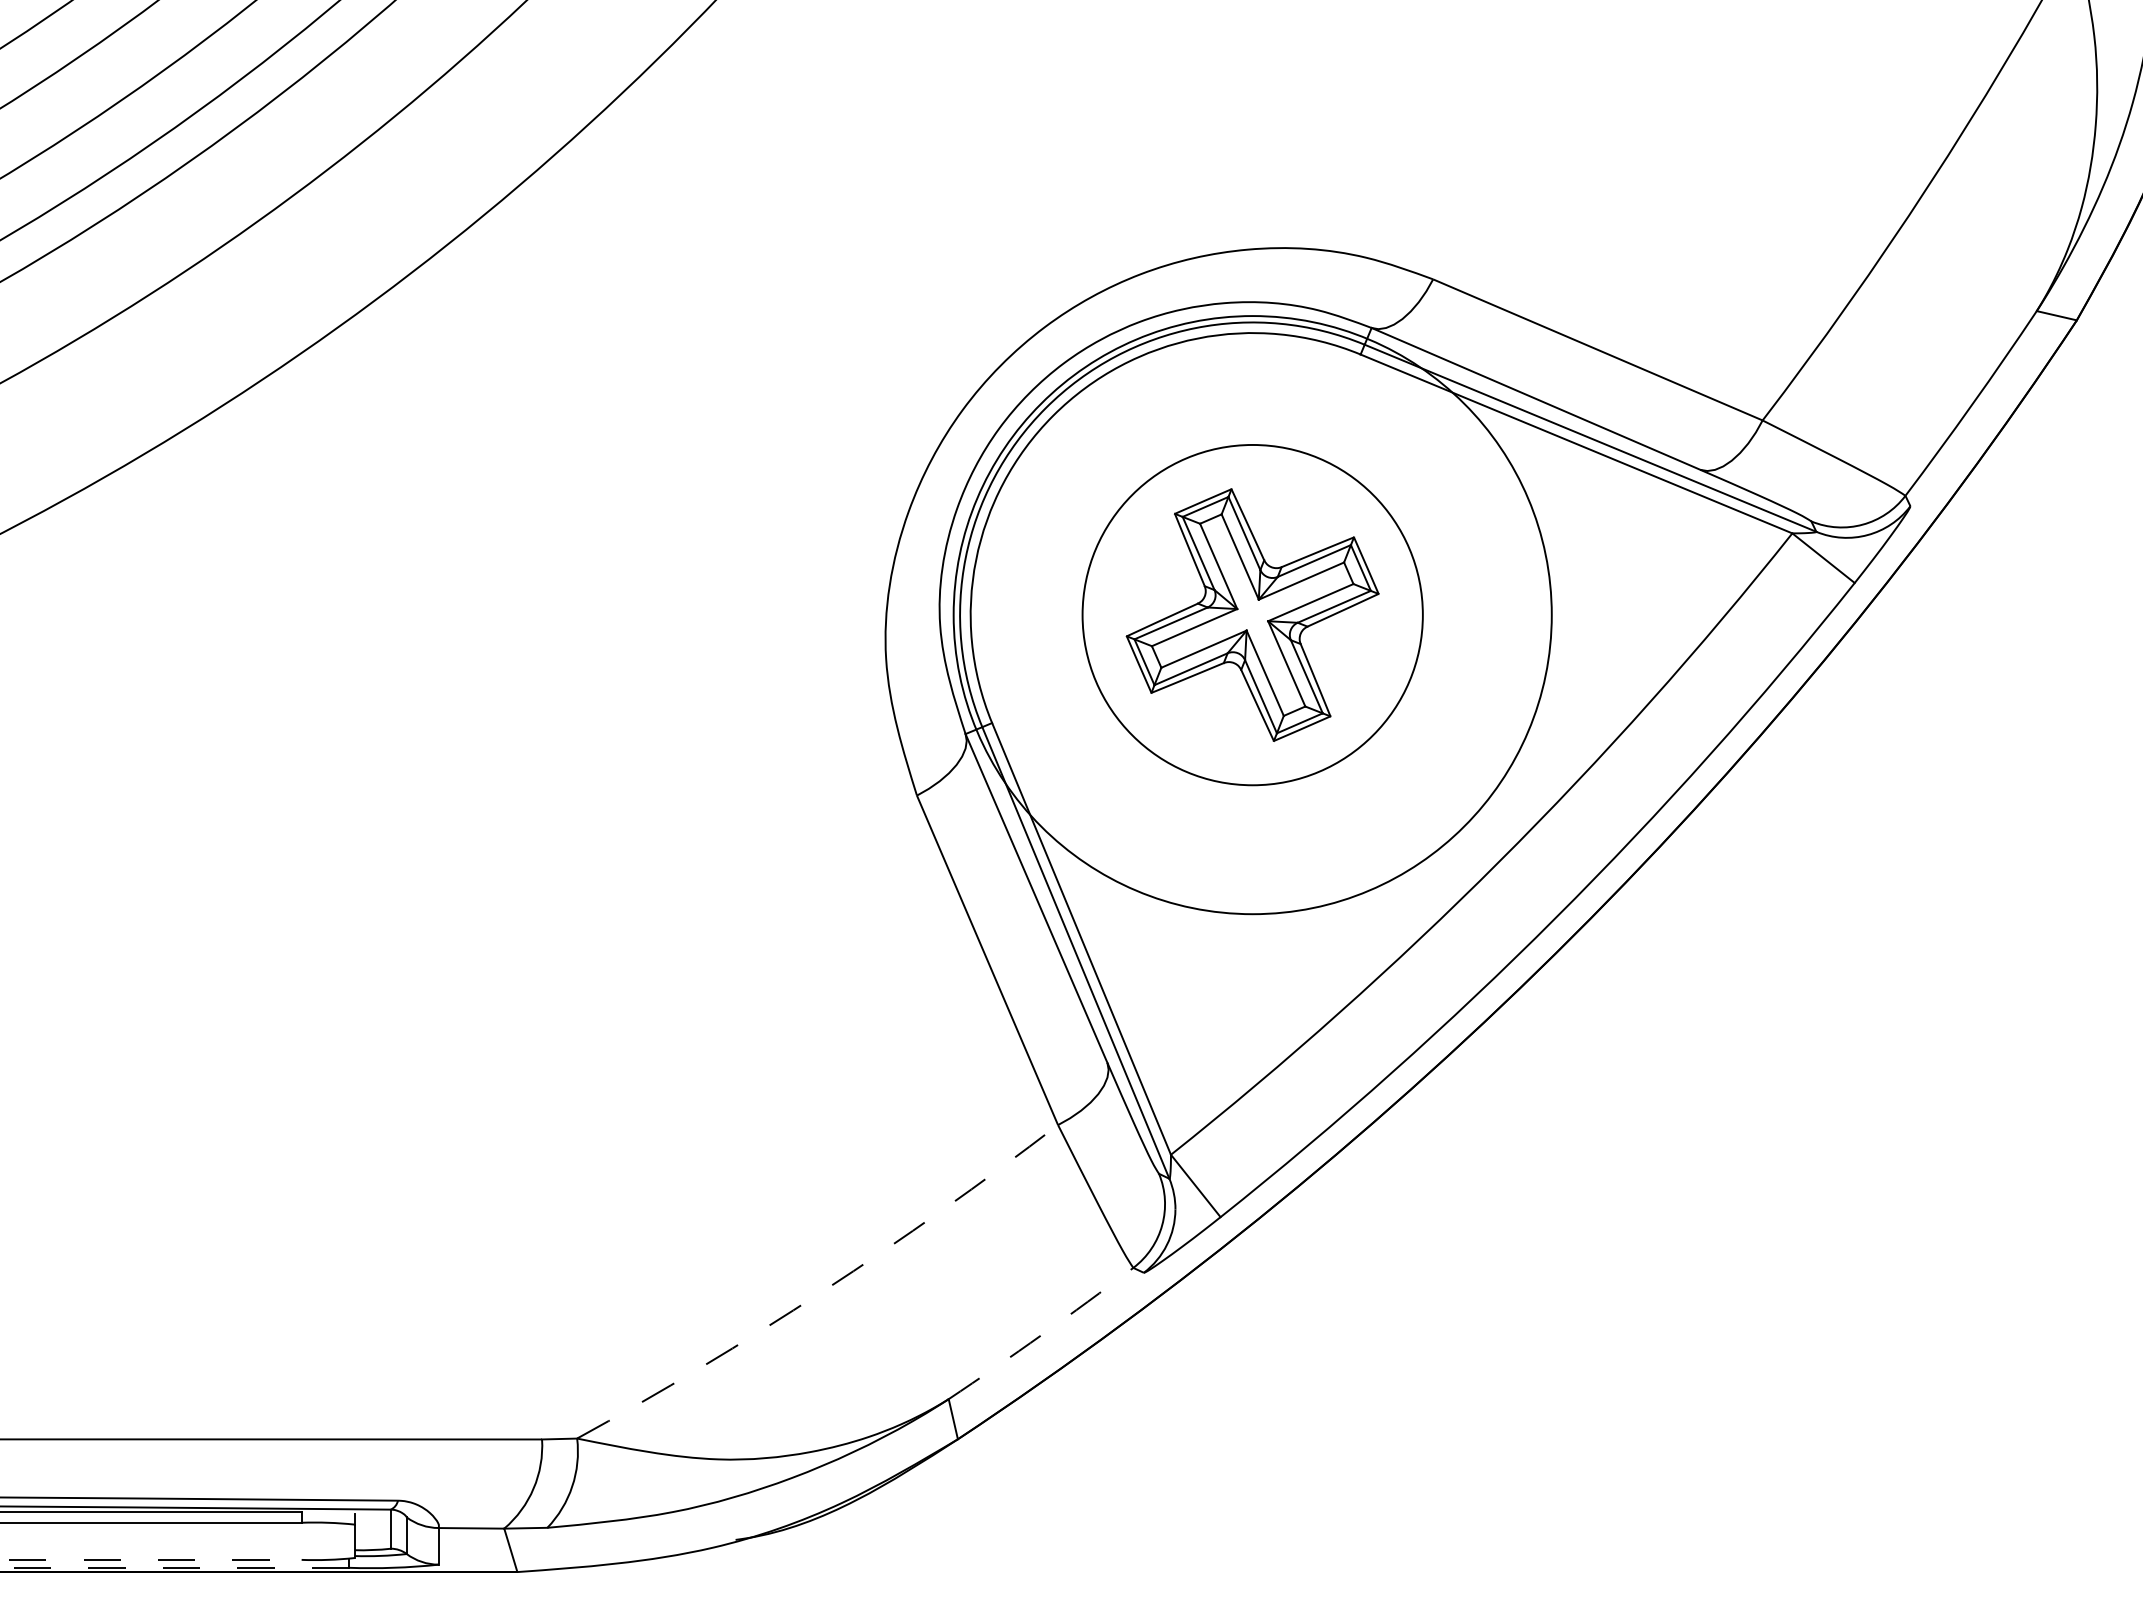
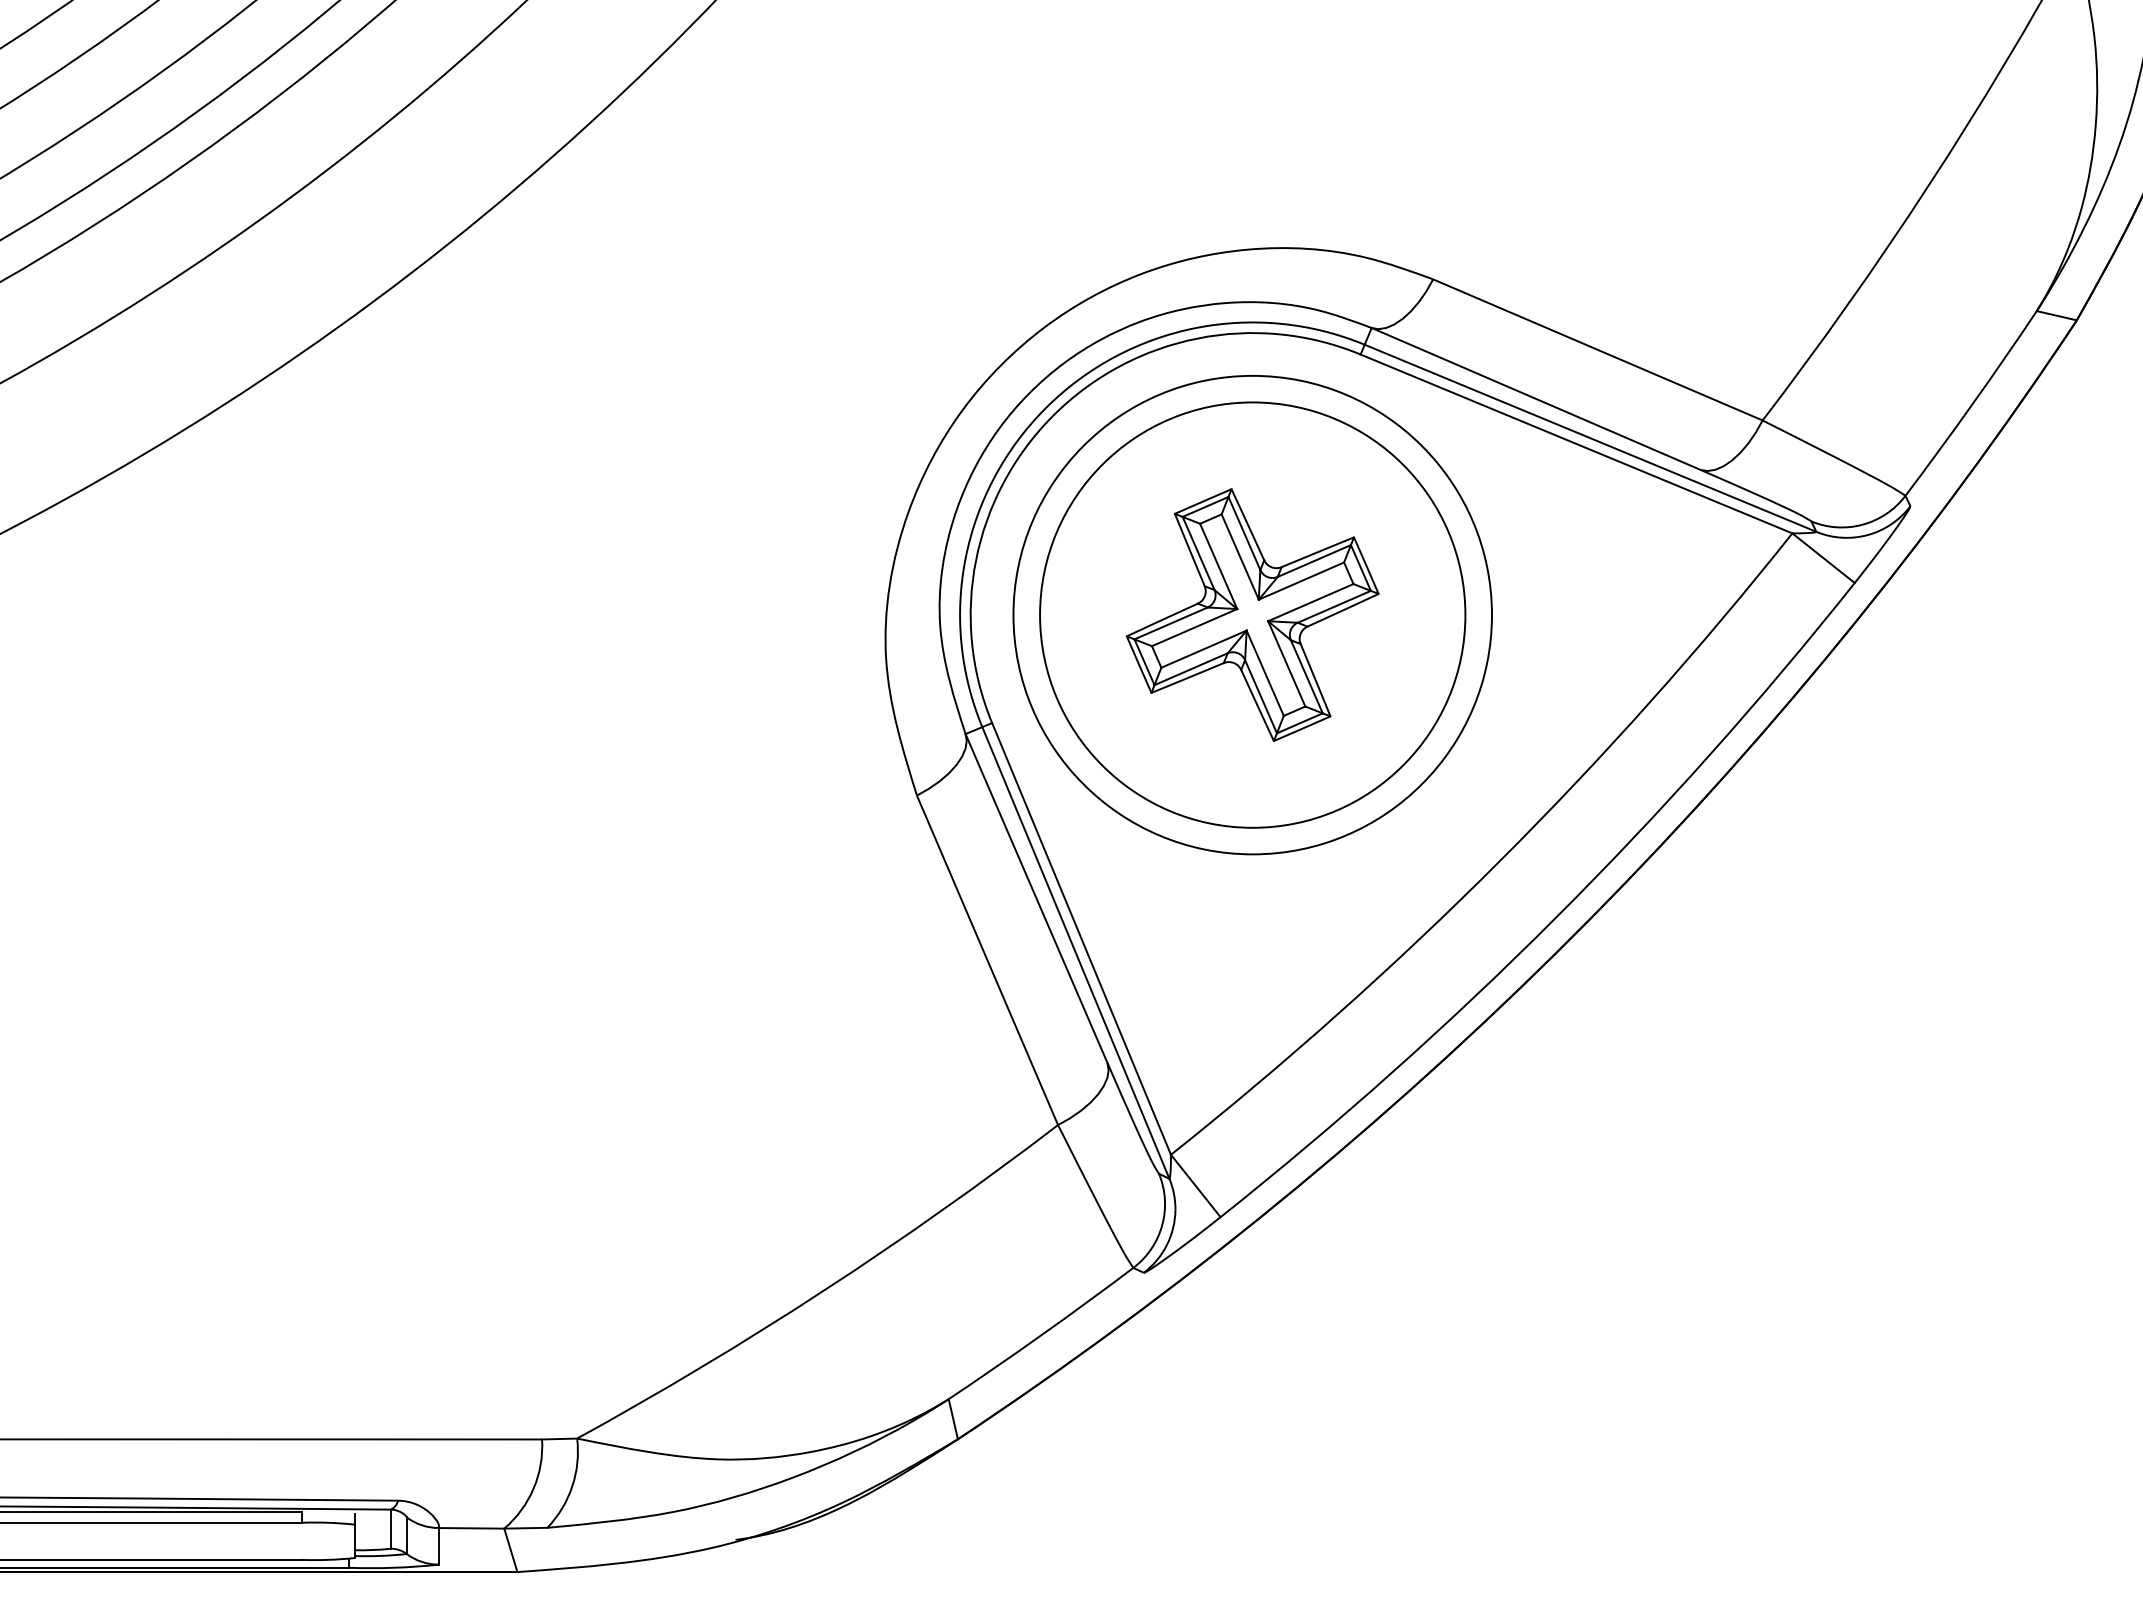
circle at (1252, 614) diameter: 340 px -> 425 px
circle at (1252, 615) diameter: 598 px -> 479 px
arc at (823, 1290): dashed -> solid
arc at (1042, 1334): dashed -> solid
line at (151, 1559): dashed -> solid
line at (174, 1567): dashed -> solid
